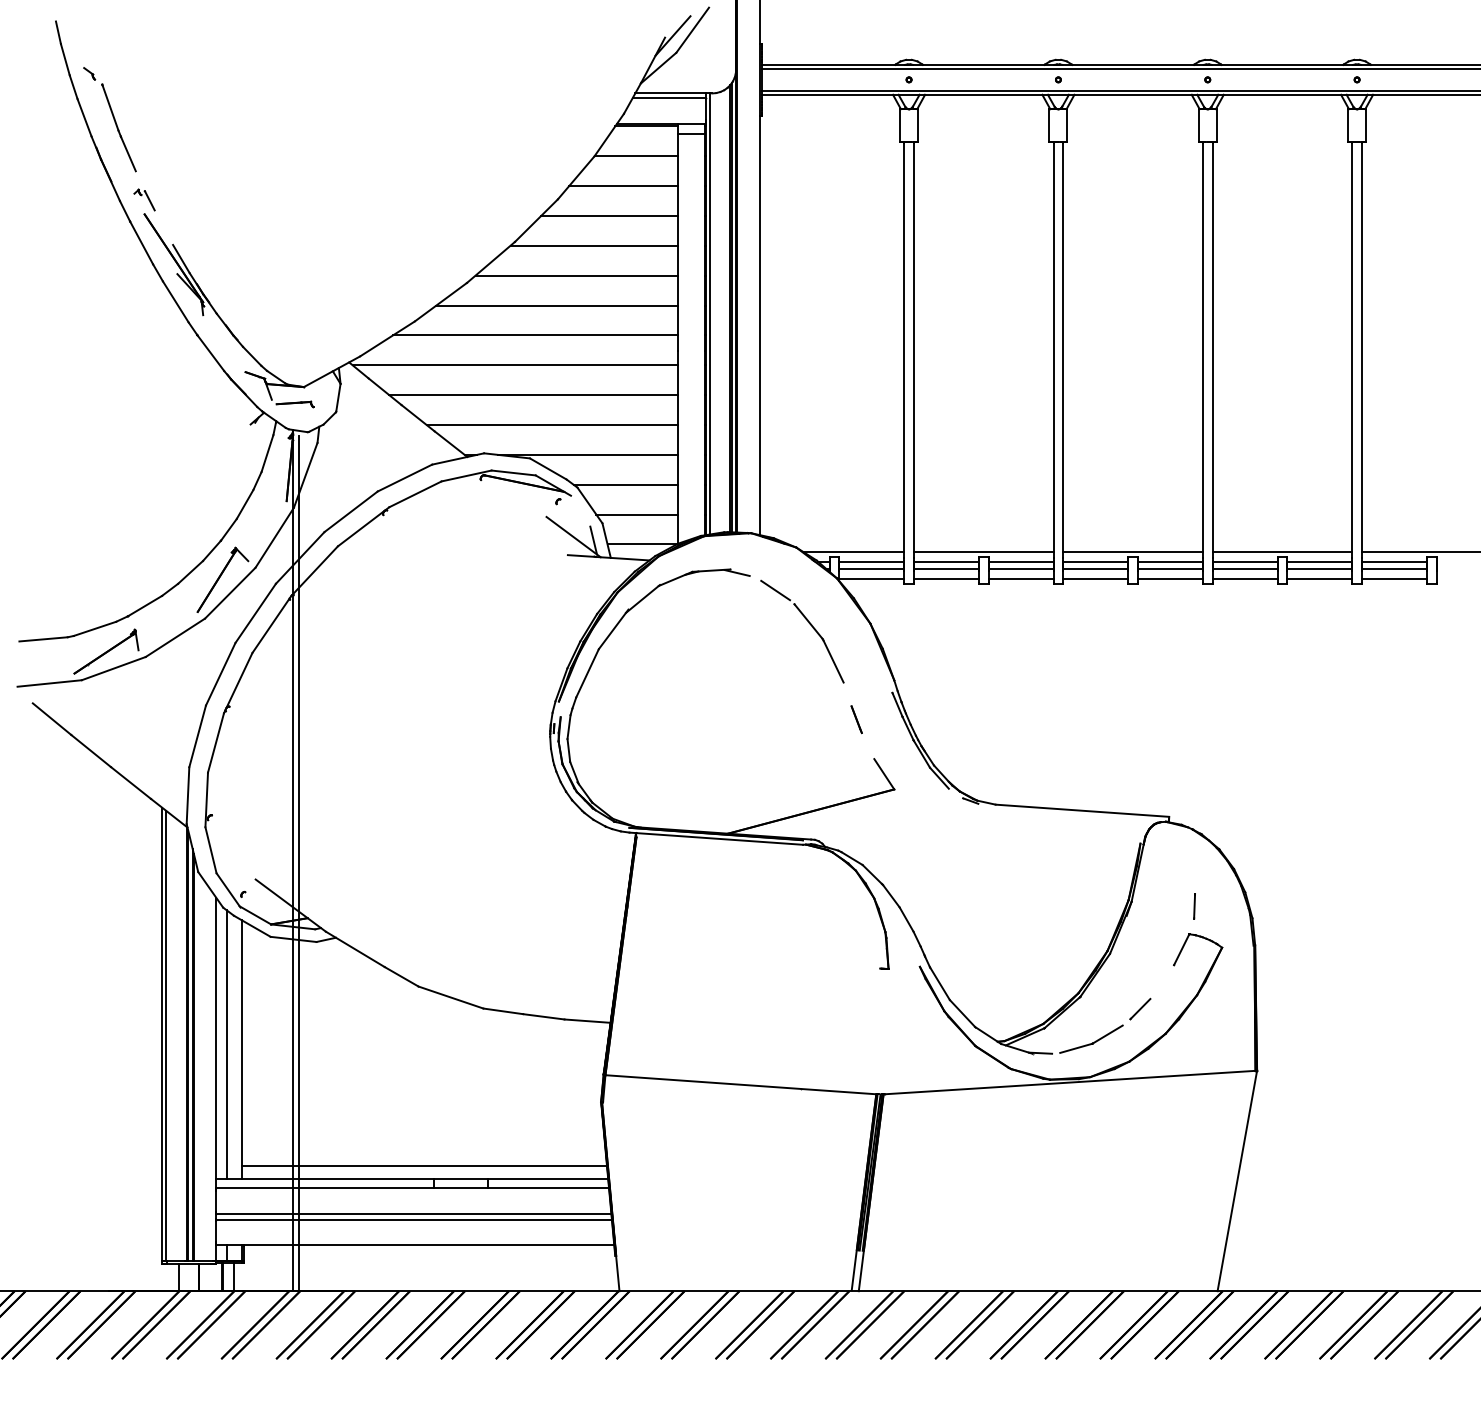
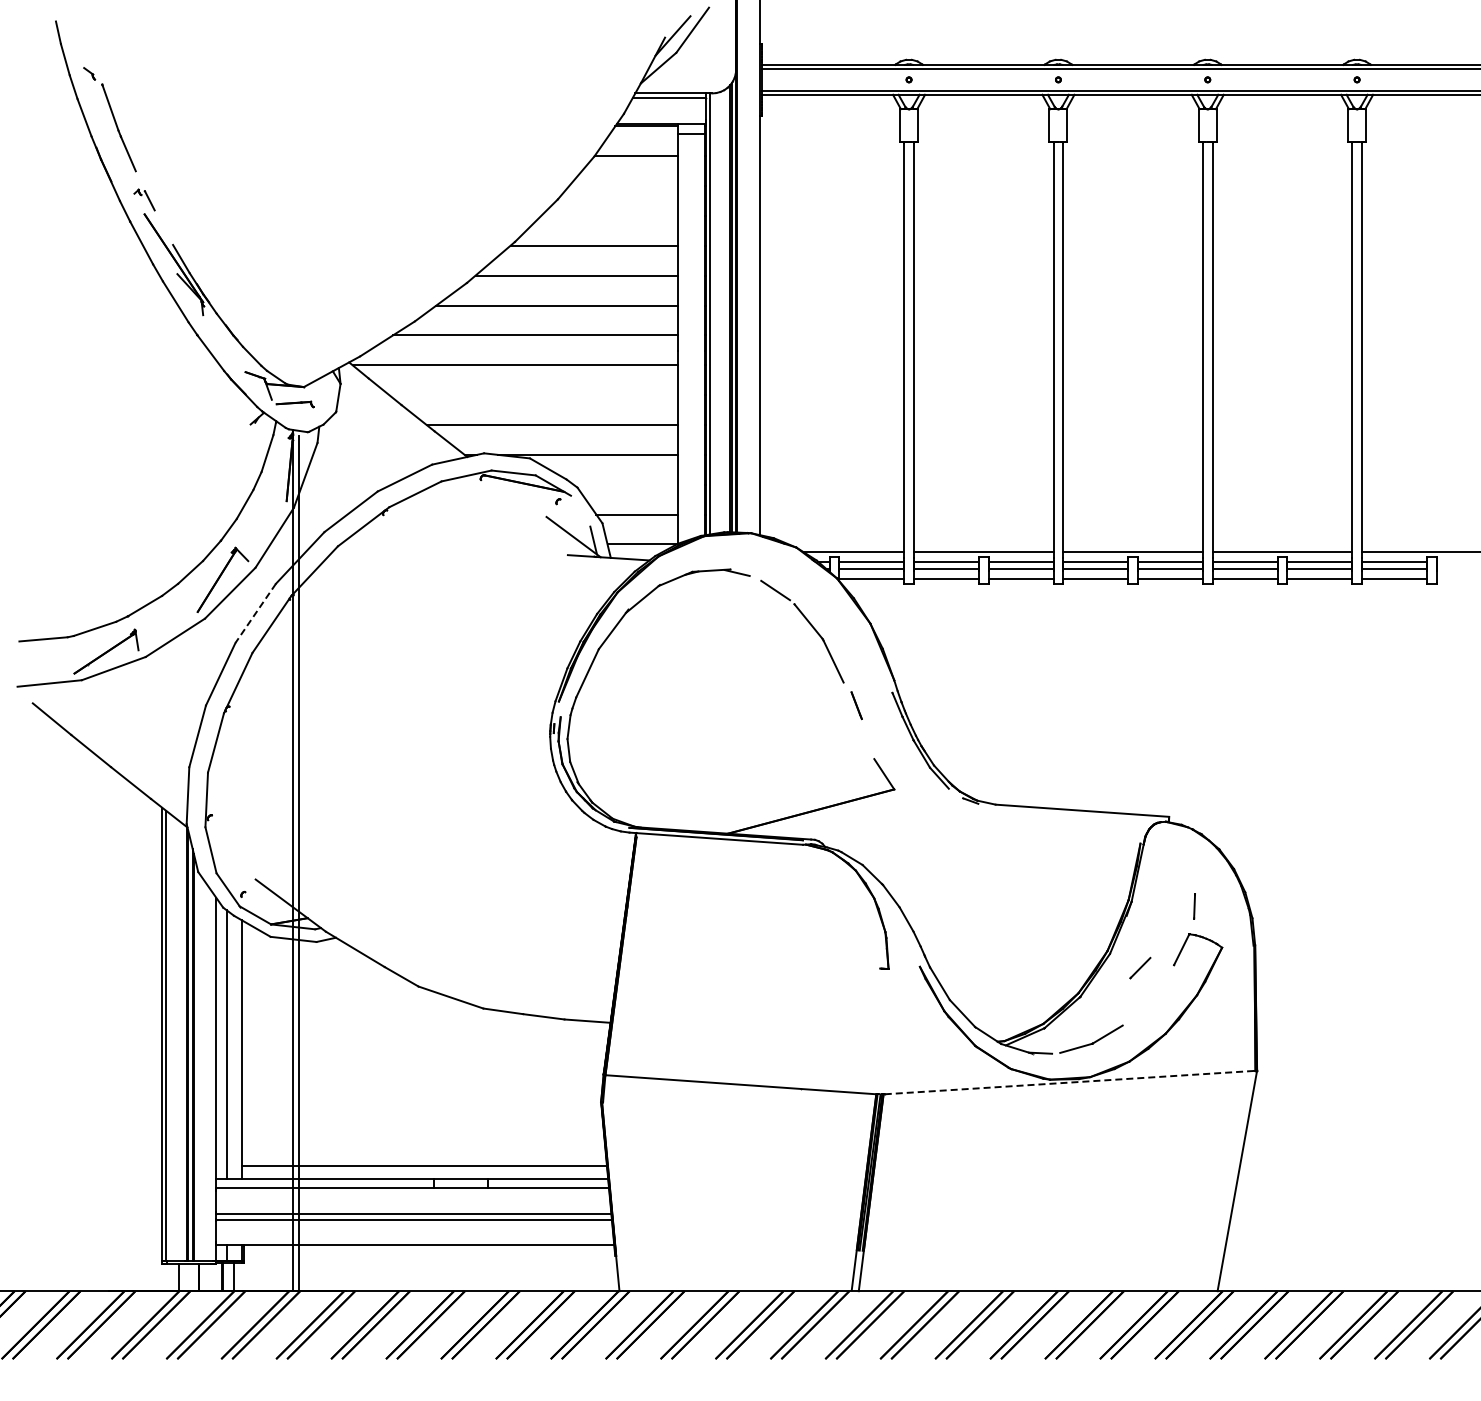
line at (623, 186): present -> none
line at (609, 215): present -> none
line at (533, 395): present -> none
line at (625, 484): present -> none
line at (255, 613): solid -> dashed
line at (856, 719) position: (856, 719) -> (856, 705)
line at (1140, 1008) position: (1140, 1008) -> (1140, 967)
line at (1070, 1082): solid -> dashed
